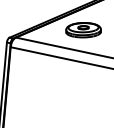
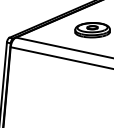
part at (83, 30) position: (83, 30) -> (92, 30)
